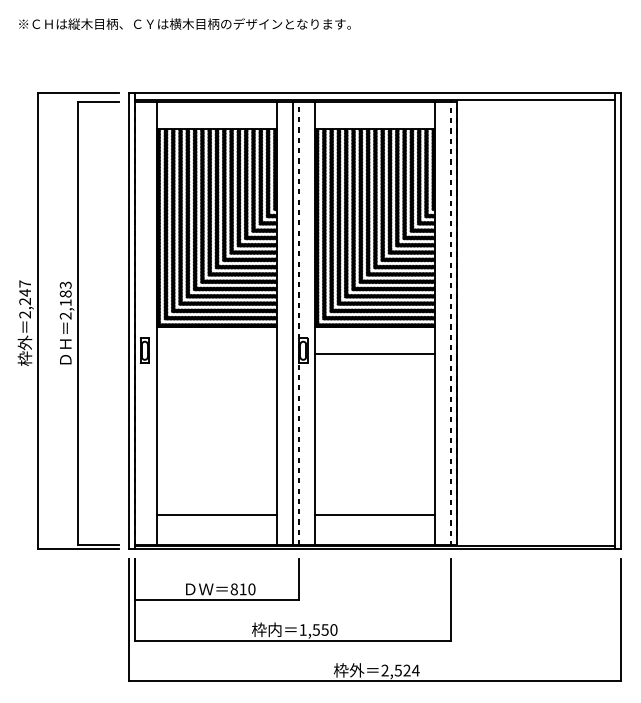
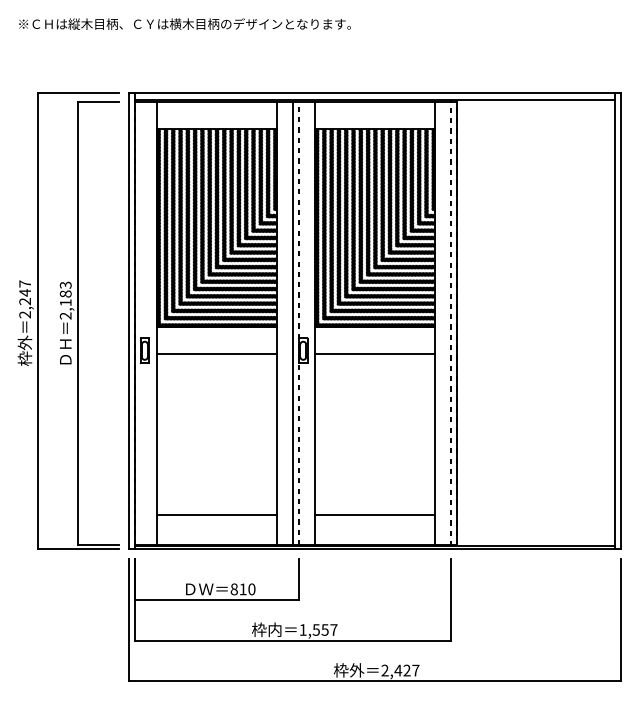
line at (216, 353): none -> present
text at (333, 629): 1,550 -> 1,557
text at (406, 670): 2,524 -> 2,427
